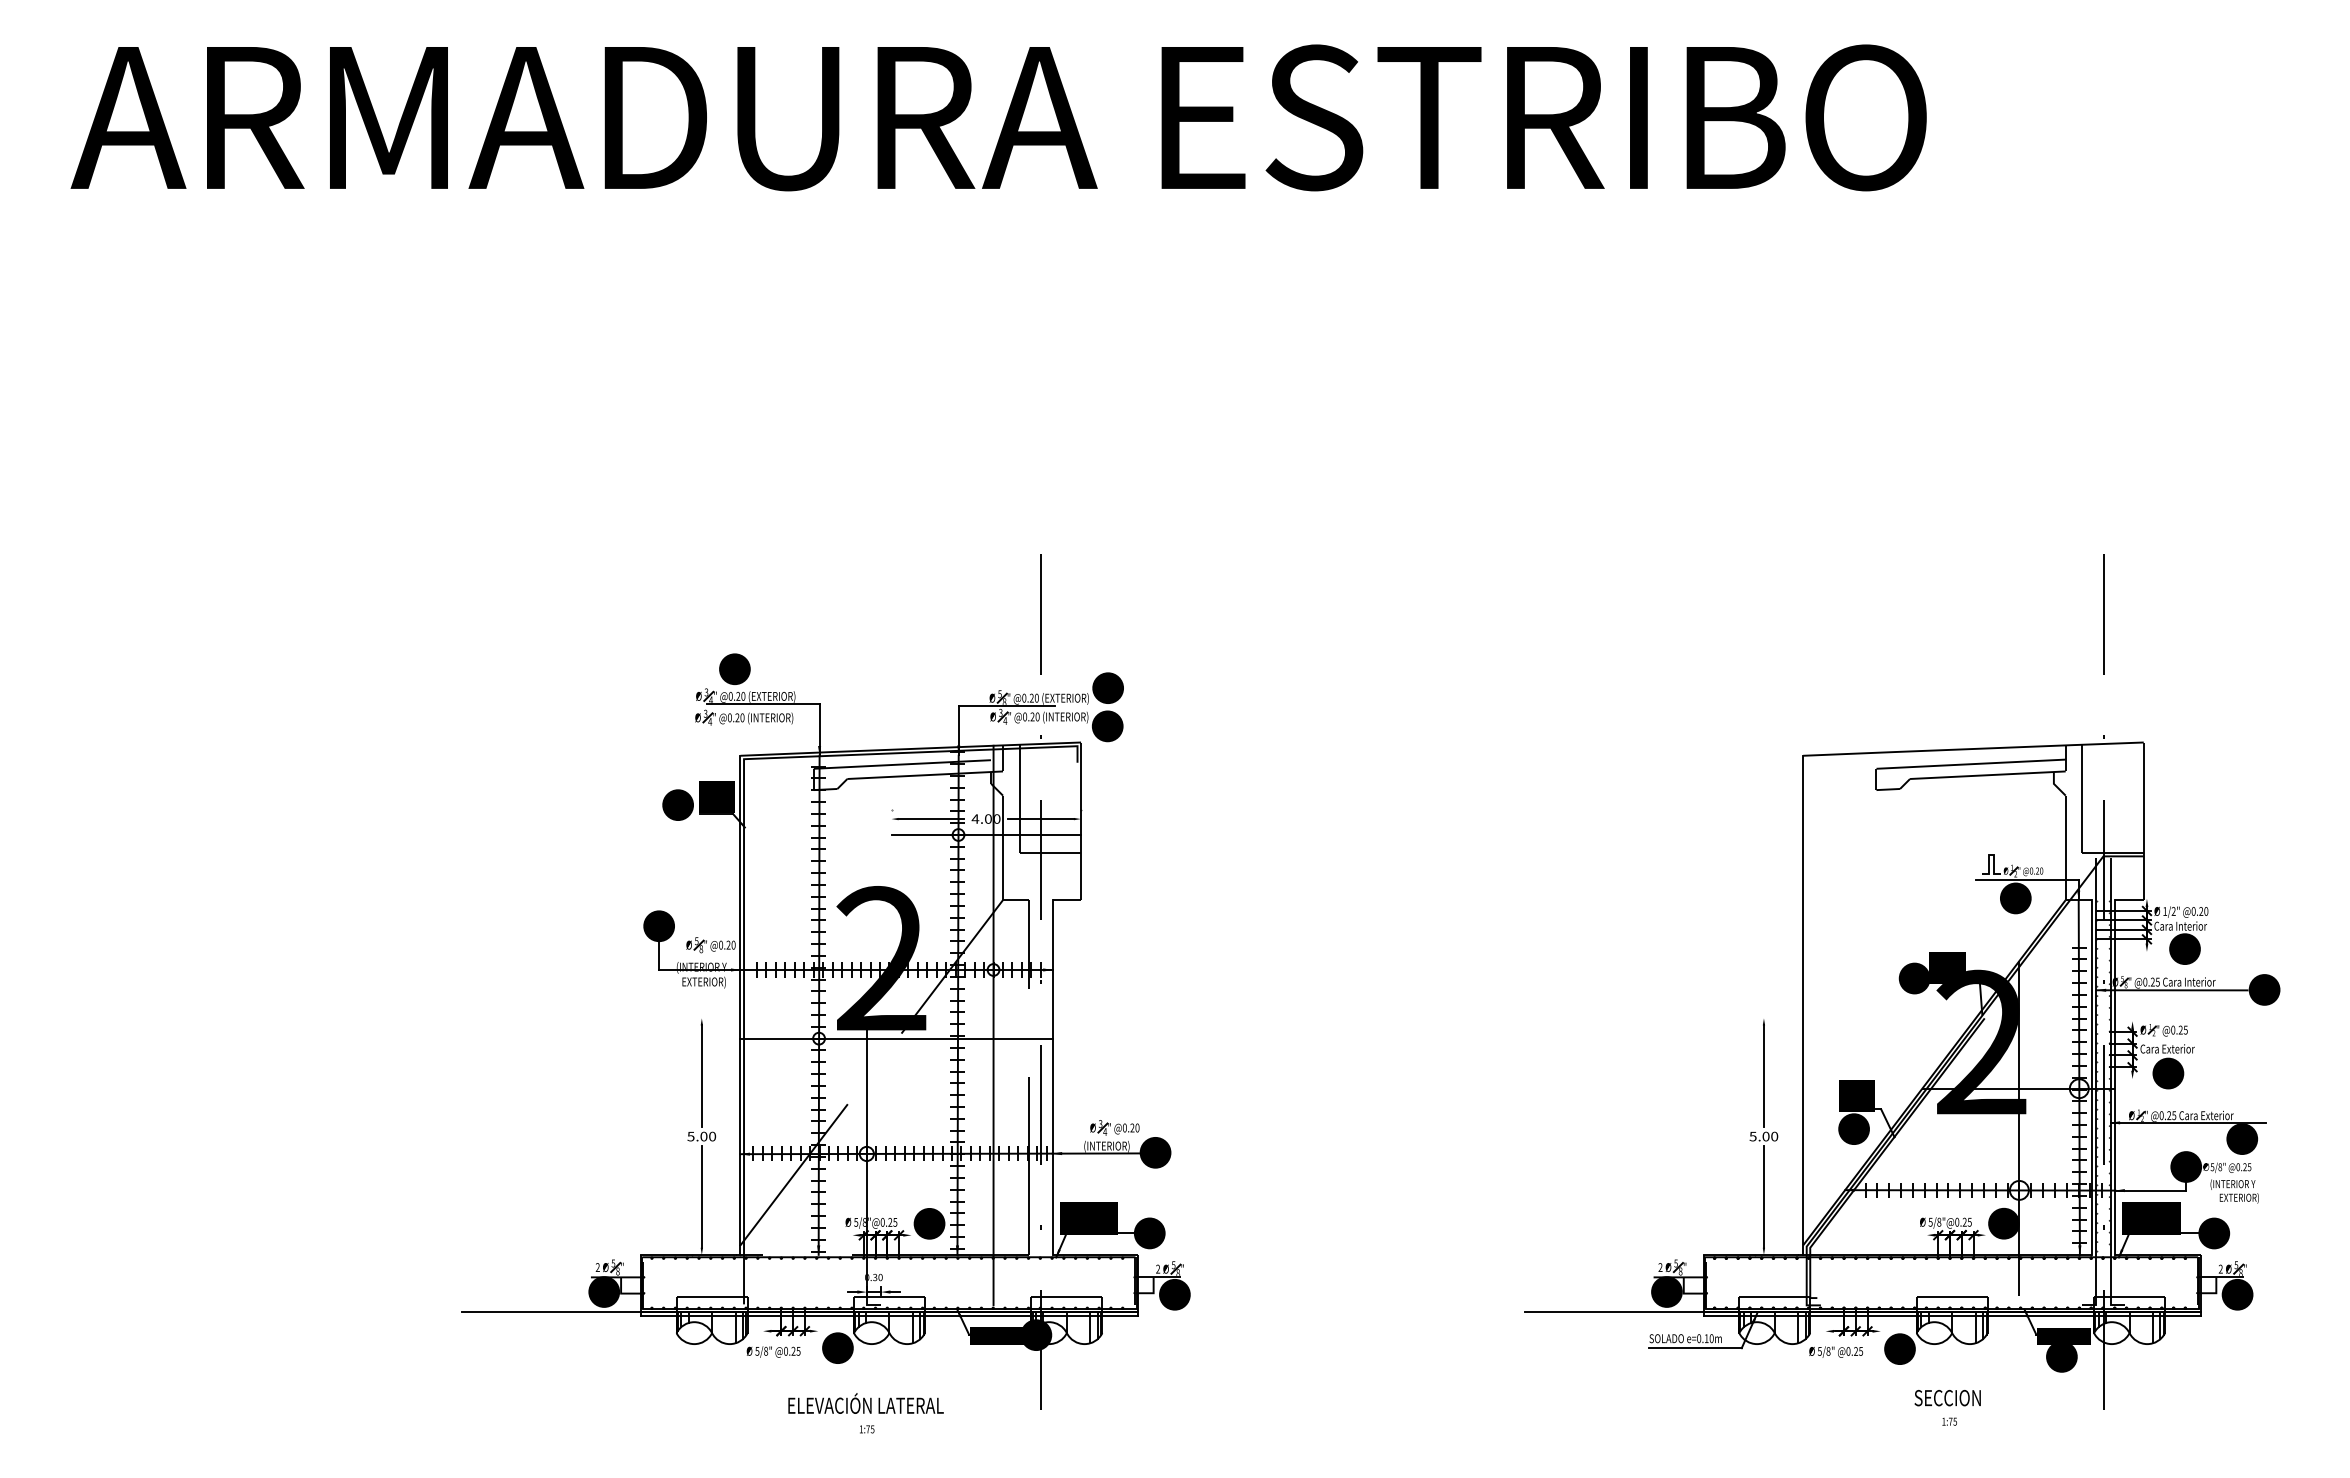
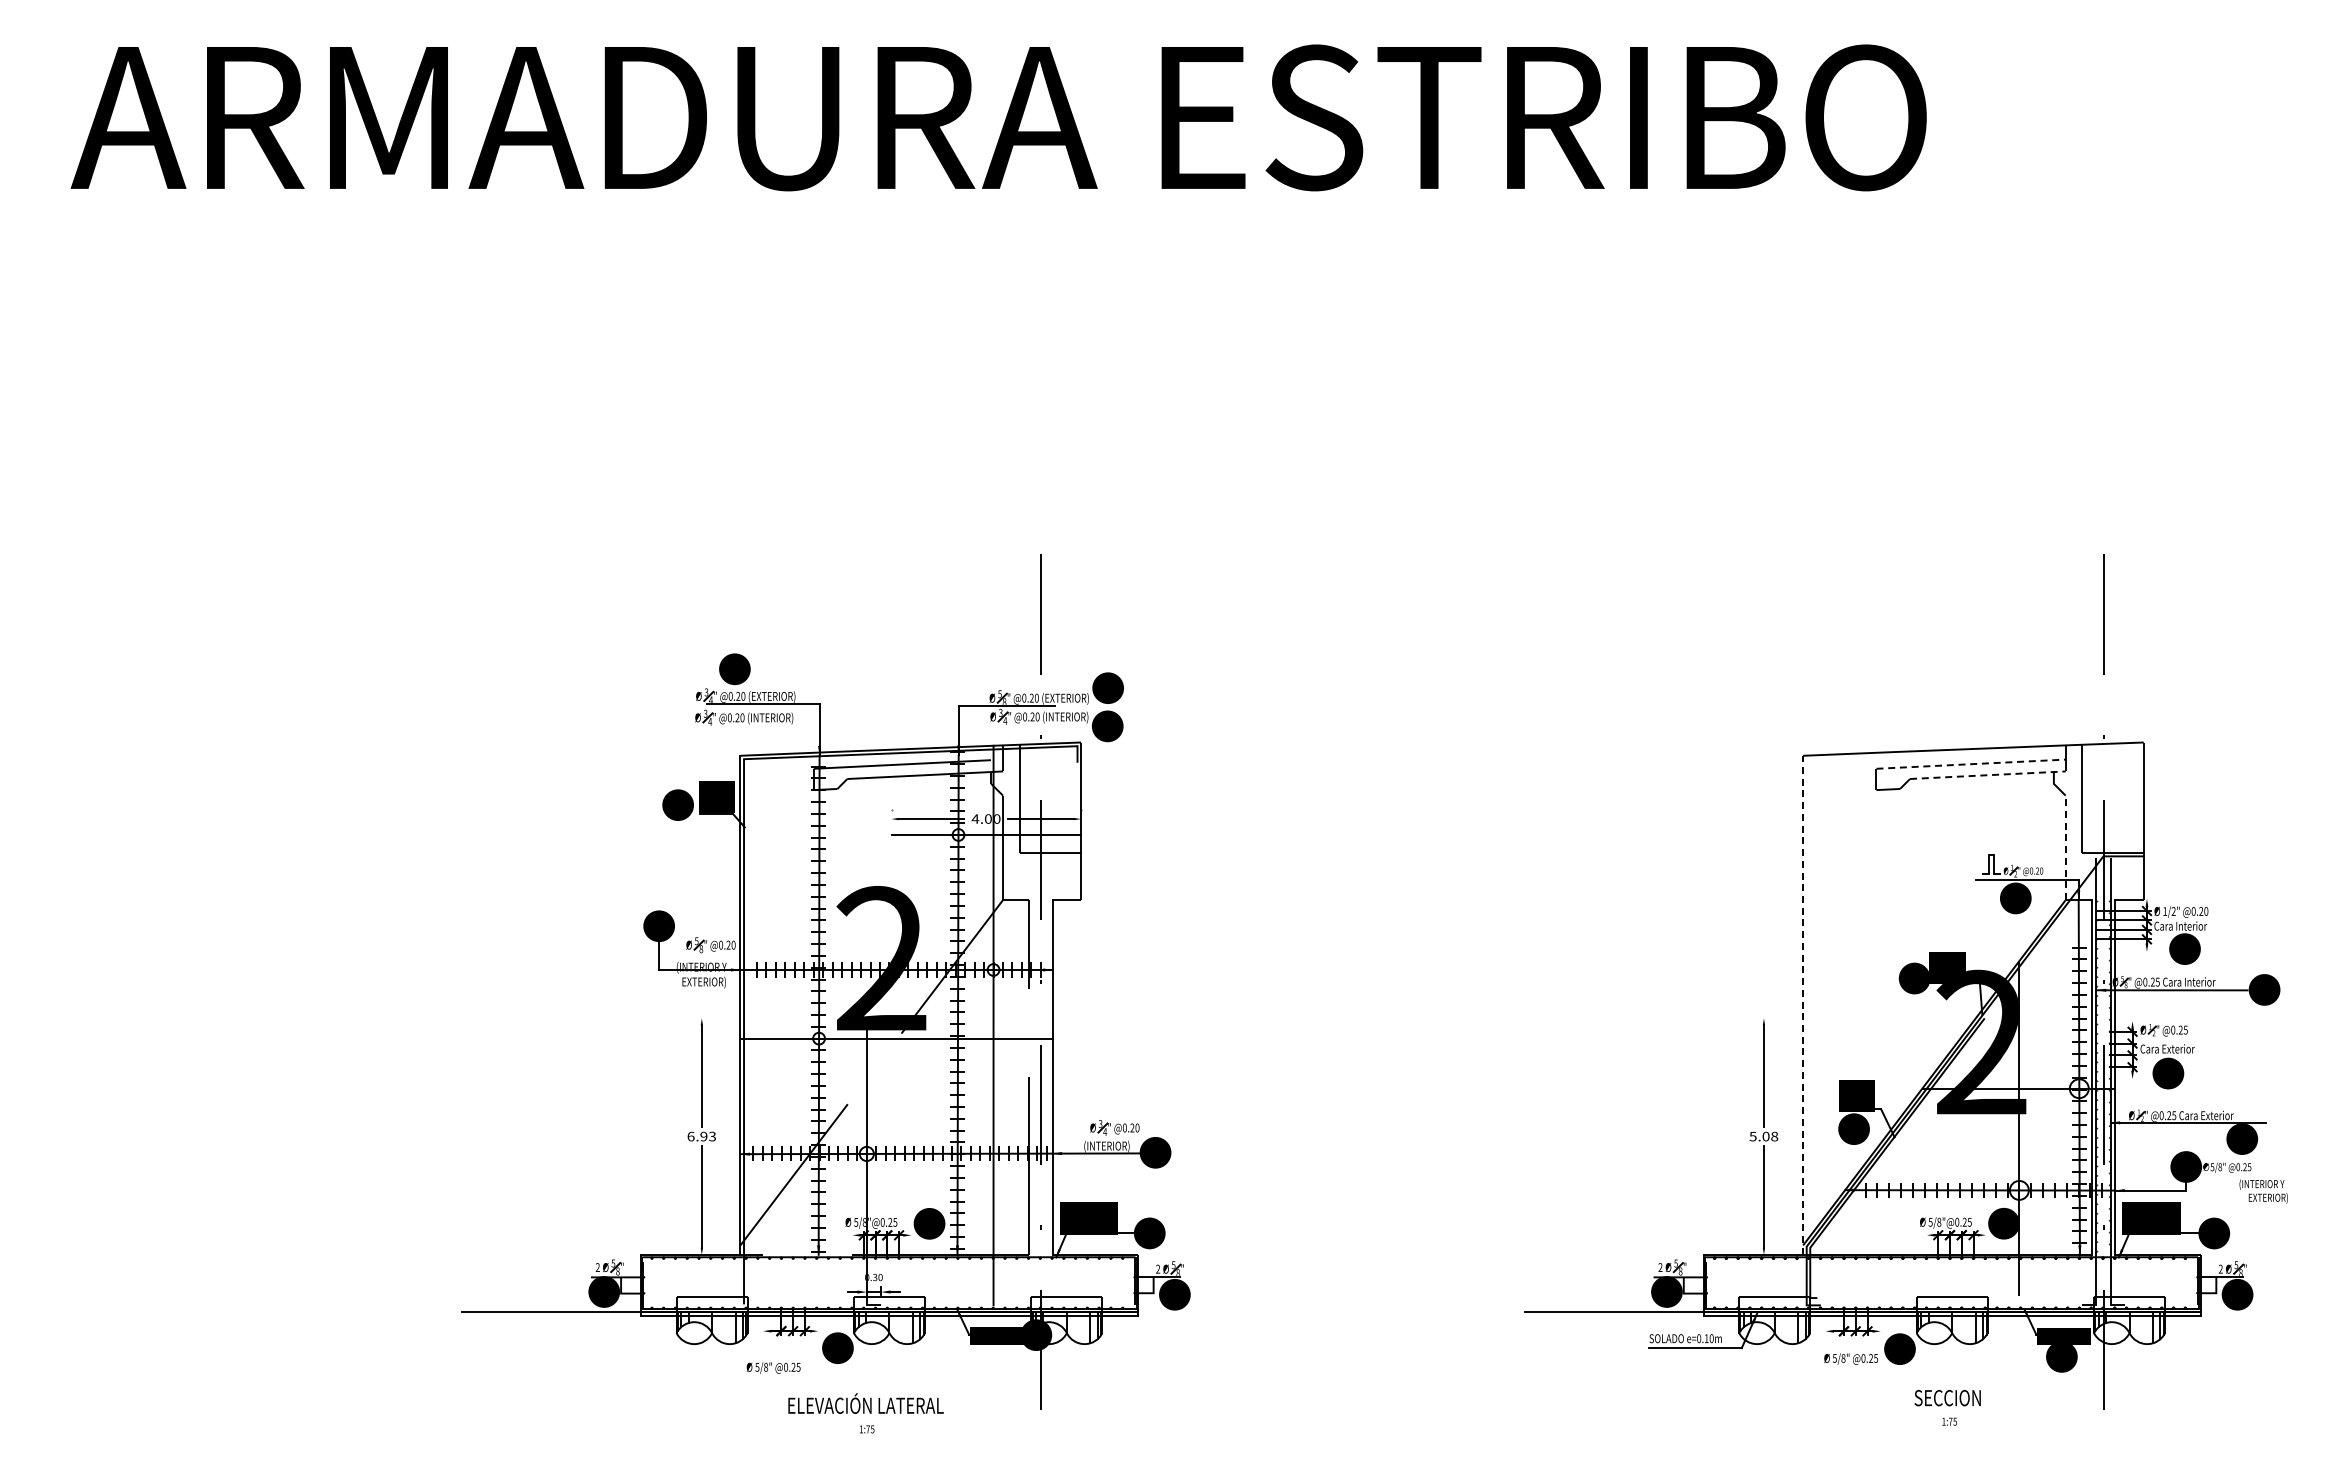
line at (1971, 764): solid -> dashed
line at (1987, 775): solid -> dashed
line at (2065, 847): solid -> dashed
line at (1803, 1005): solid -> dashed
text at (701, 1136): 5.00 -> 6.93
text at (1774, 1136): 5.00 -> 5.08
text at (2234, 1191) position: (2234, 1191) -> (2263, 1191)
text at (773, 1351) position: (773, 1351) -> (773, 1367)
text at (1835, 1351) position: (1835, 1351) -> (1850, 1358)
